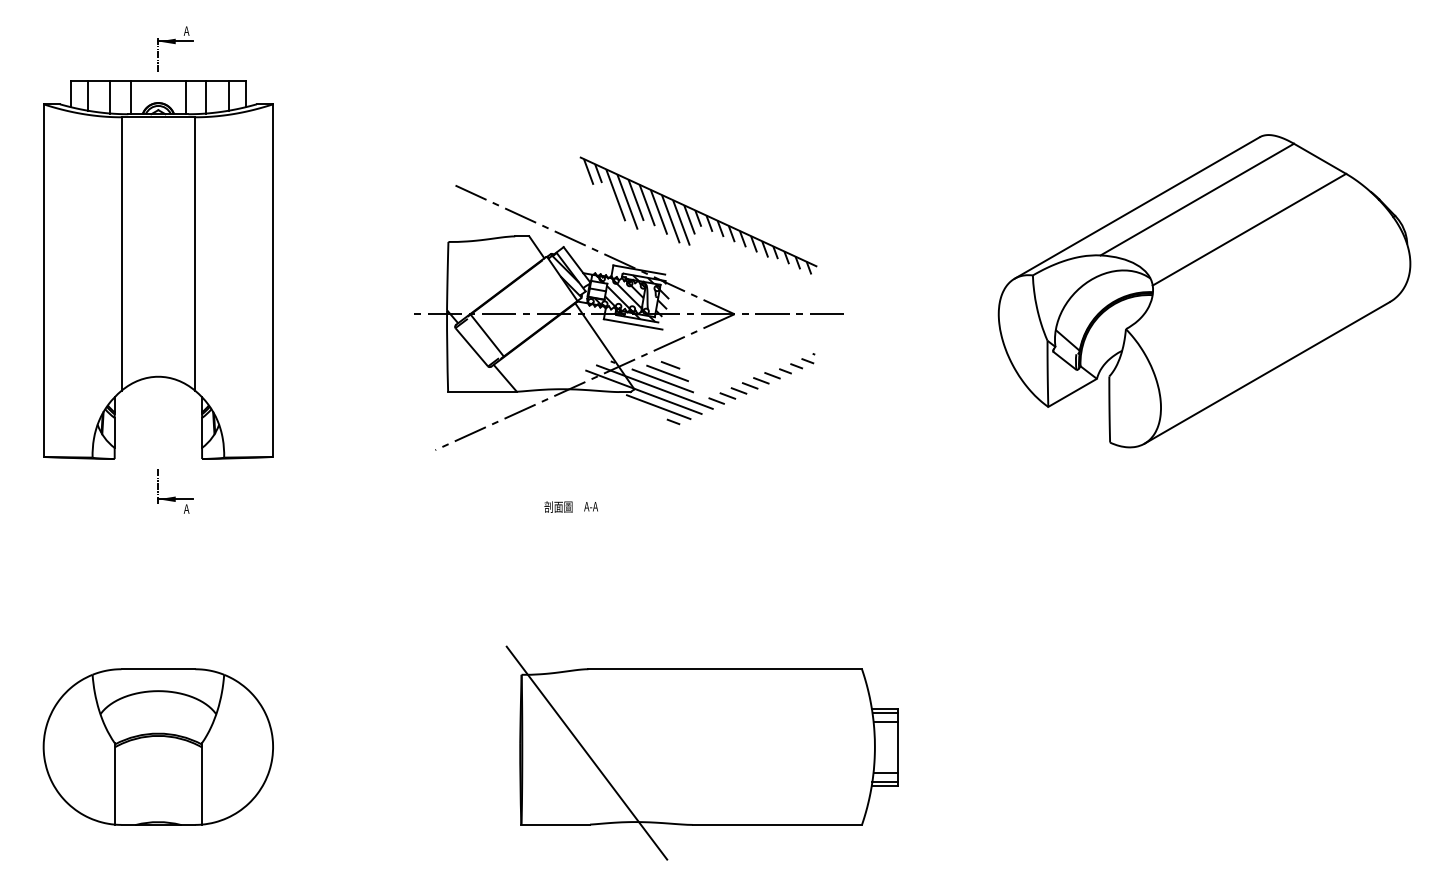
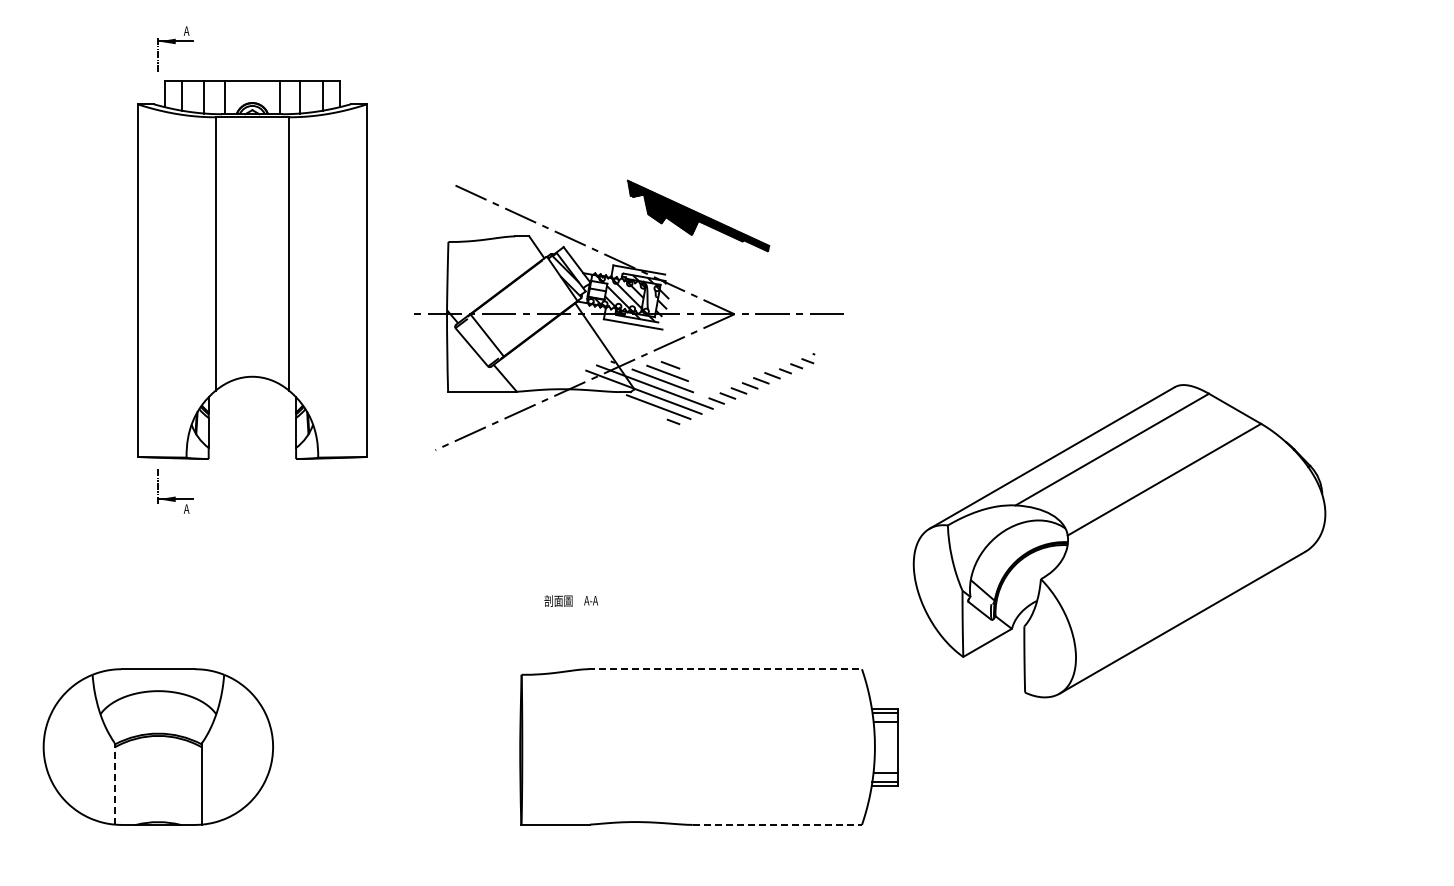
part at (698, 215) size: 239x119 px -> 145x74 px
part at (158, 269) position: (158, 269) -> (252, 269)
part at (1204, 291) position: (1204, 291) -> (1119, 541)
text at (570, 506) position: (570, 506) -> (570, 600)
line at (725, 669): solid -> dashed
line at (586, 752): present -> none
line at (114, 783): solid -> dashed
line at (777, 824): solid -> dashed
